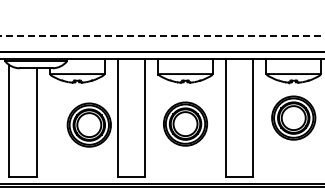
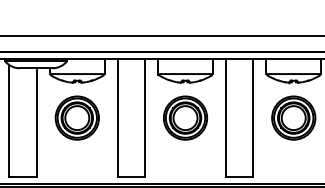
line at (162, 35): dashed -> solid
part at (185, 123) position: (185, 123) -> (185, 117)
part at (88, 124) position: (88, 124) -> (76, 117)
